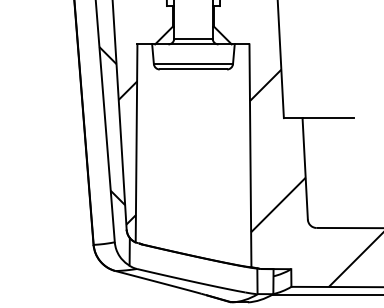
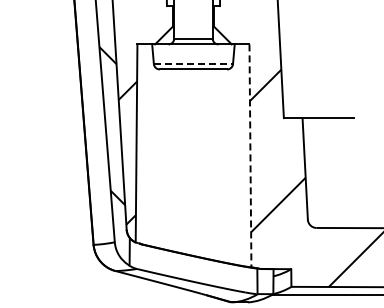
line at (193, 64): solid -> dashed
line at (250, 156): solid -> dashed
